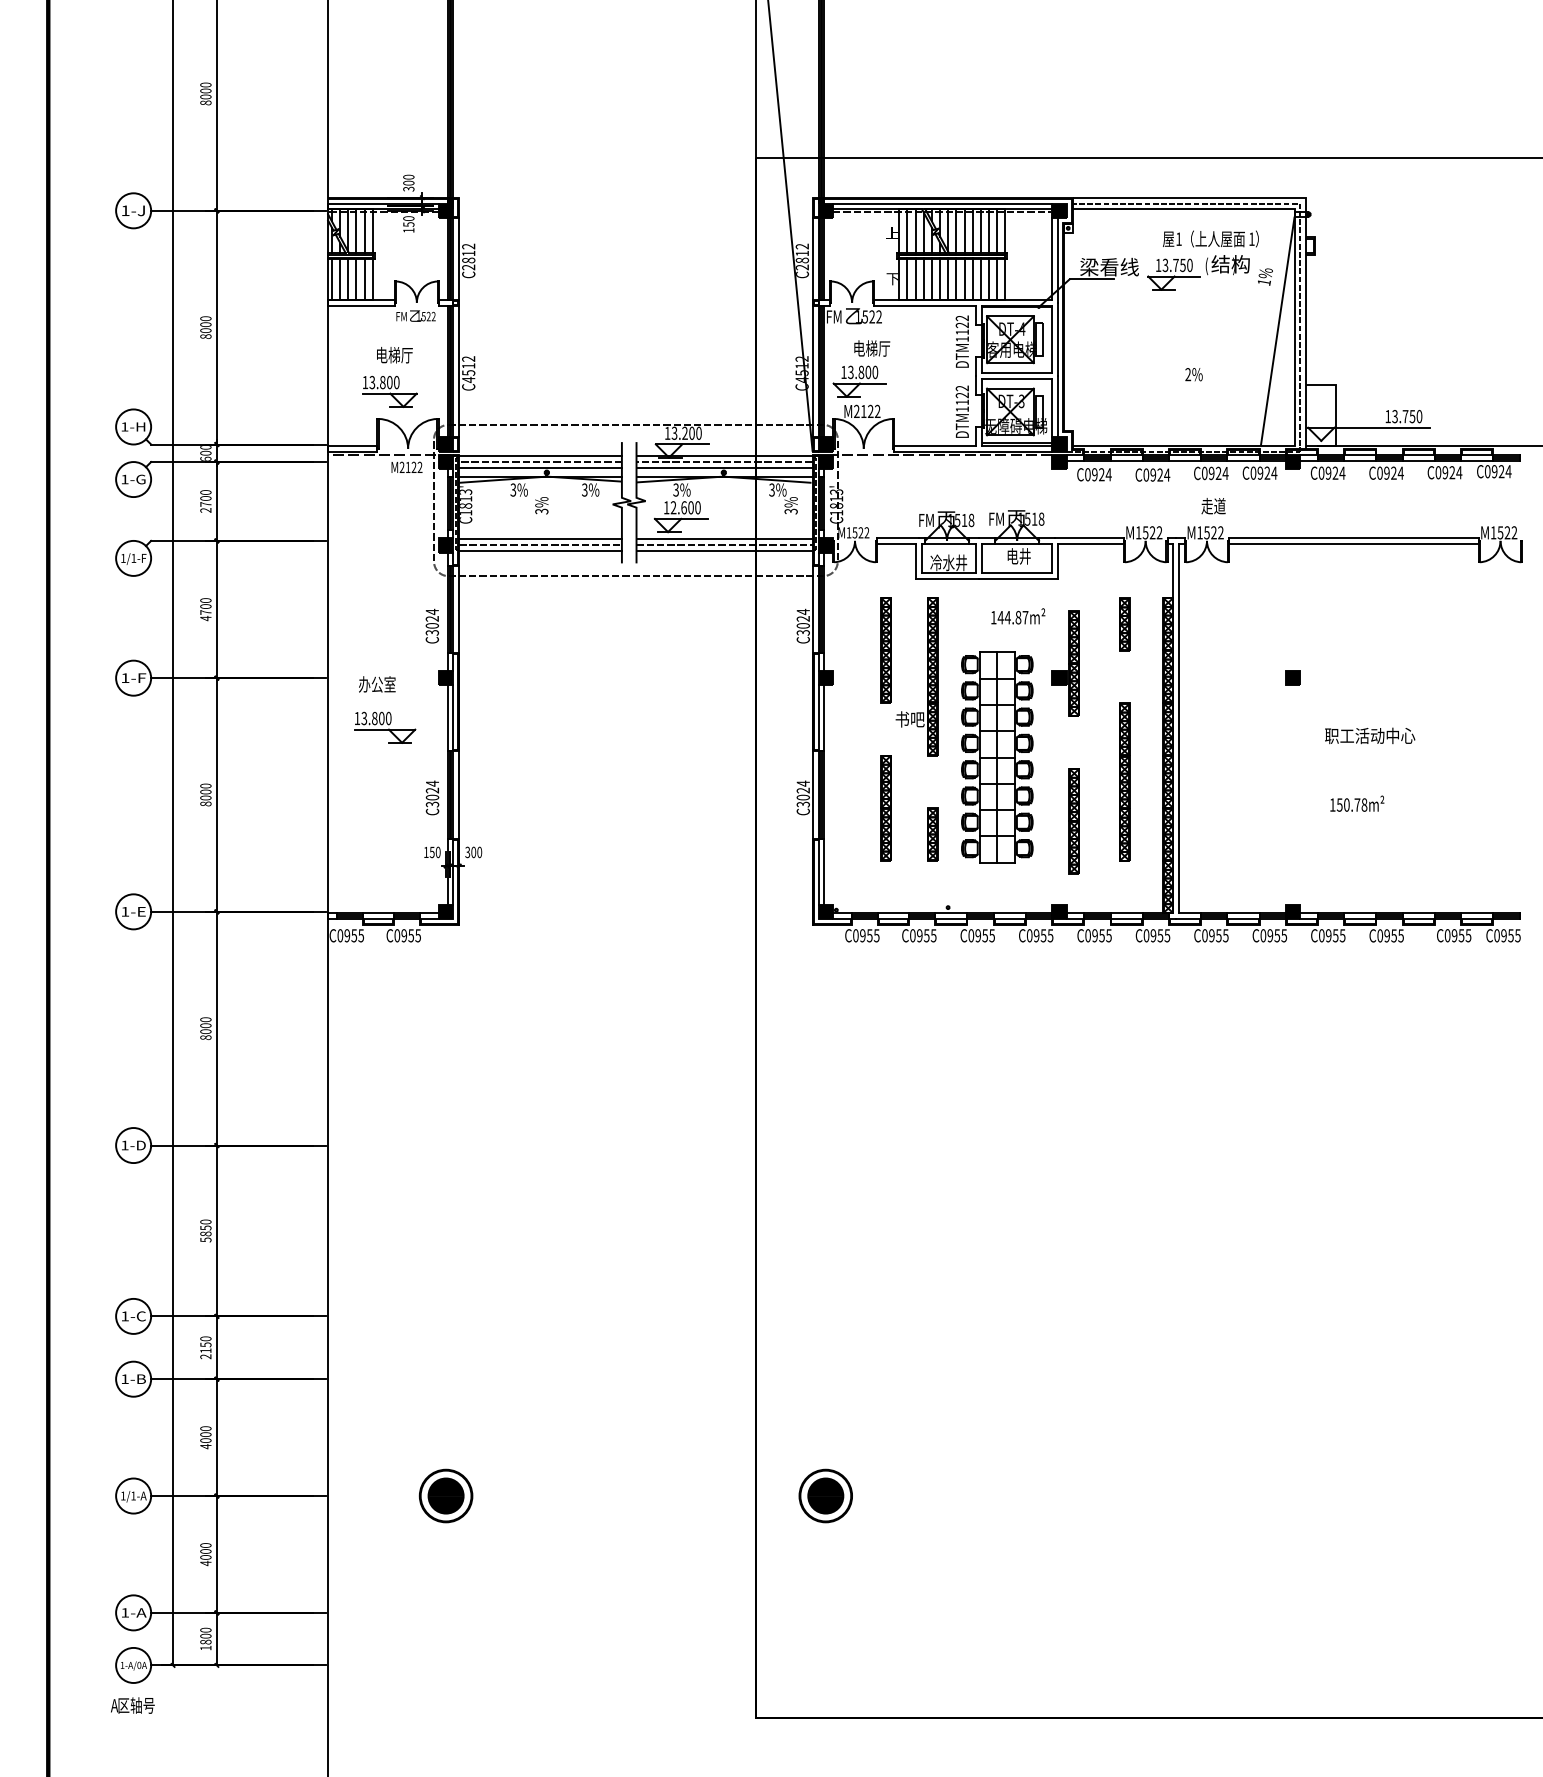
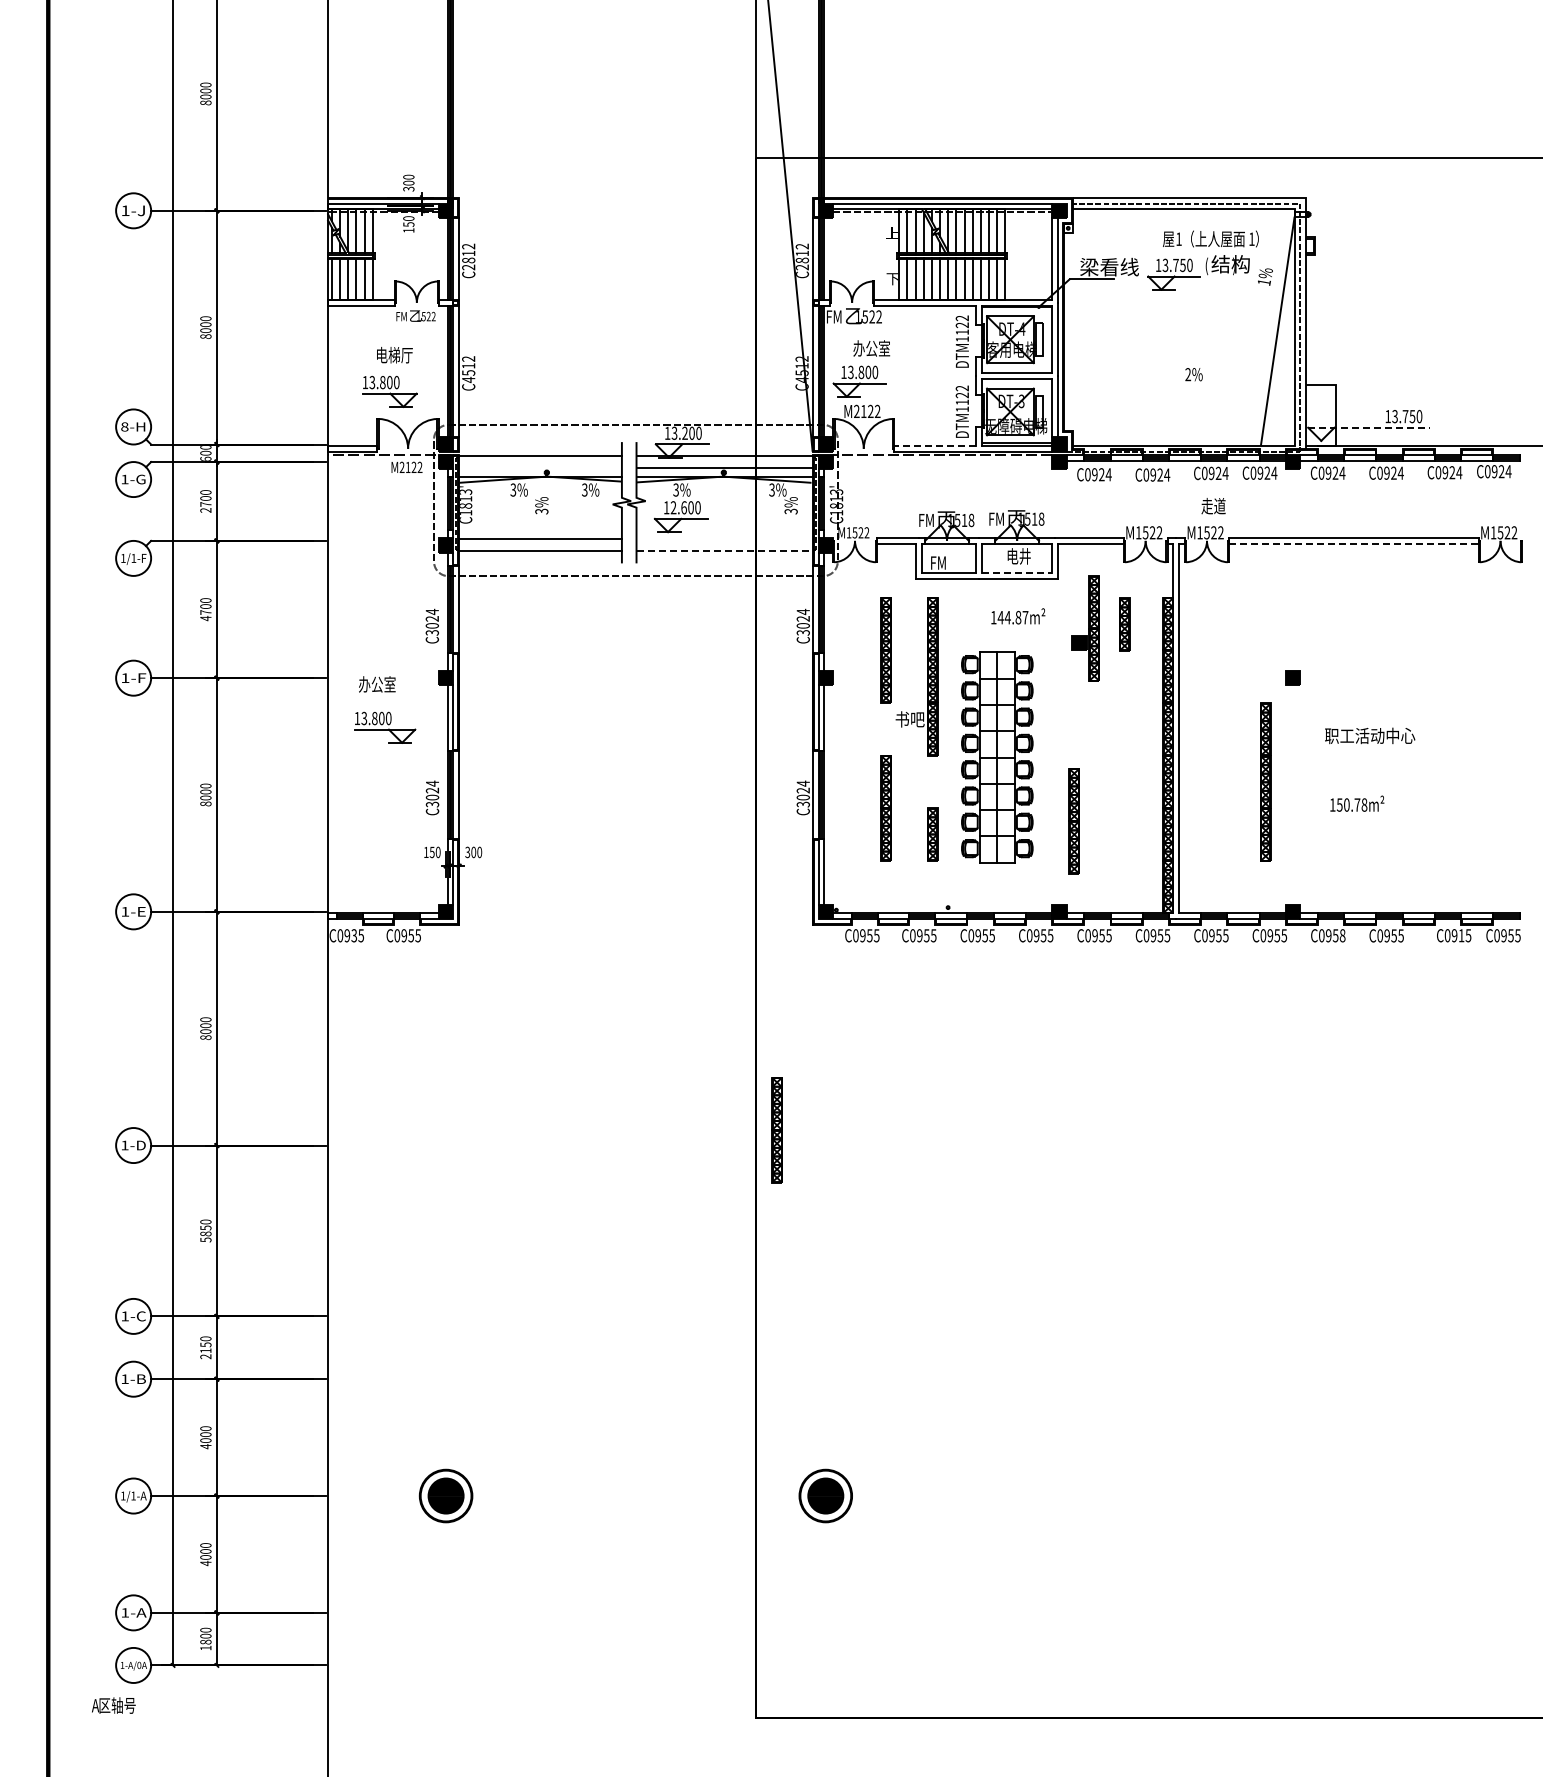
text at (871, 348): 电梯厅 -> 办公室
text at (124, 426): 1-H -> 8-H
line at (1368, 427): solid -> dashed
line at (935, 445): solid -> dashed
line at (540, 462): present -> none
line at (724, 462): present -> none
line at (540, 467): present -> none
line at (724, 539): present -> none
line at (1353, 543): solid -> dashed
line at (540, 545): present -> none
line at (724, 545): present -> none
line at (725, 551): solid -> dashed
text at (948, 562): 冷水井 -> FM
line at (1017, 573): solid -> dashed
part at (1065, 663) position: (1065, 663) -> (1085, 628)
part at (1124, 781) position: (1124, 781) -> (1265, 781)
text at (354, 935): C0955 -> C0935
text at (1342, 935): C0955 -> C0958
text at (1461, 935): C0955 -> C0915
part at (776, 1130): none -> present
text at (132, 1705) position: (132, 1705) -> (113, 1705)
